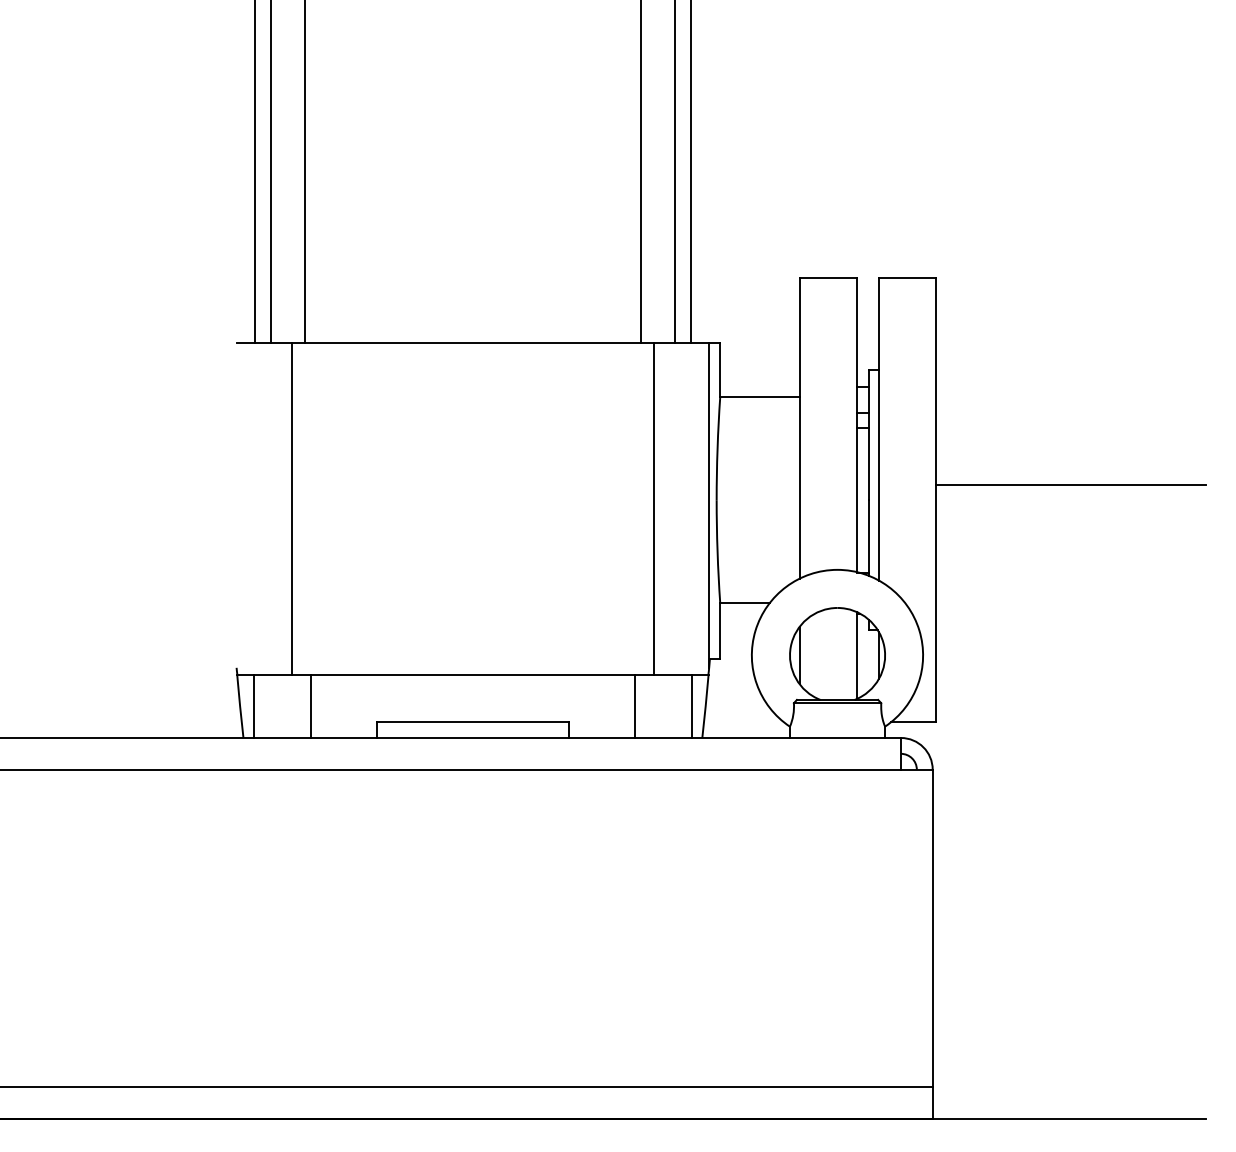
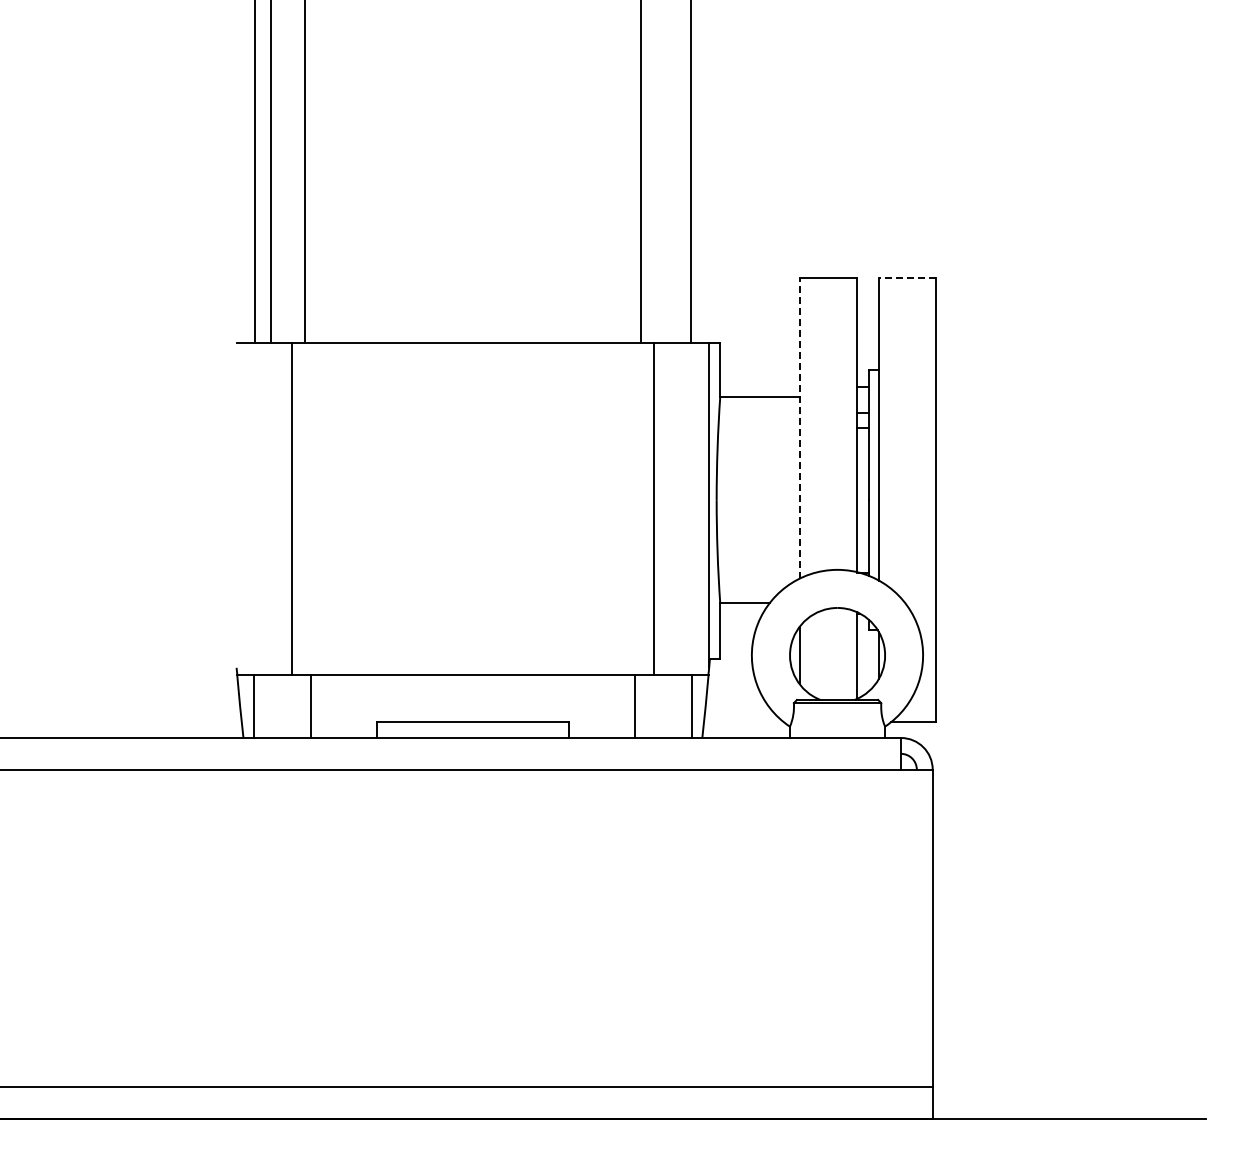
line at (674, 172): present -> none
line at (907, 278): solid -> dashed
line at (799, 428): solid -> dashed
line at (1070, 484): present -> none
